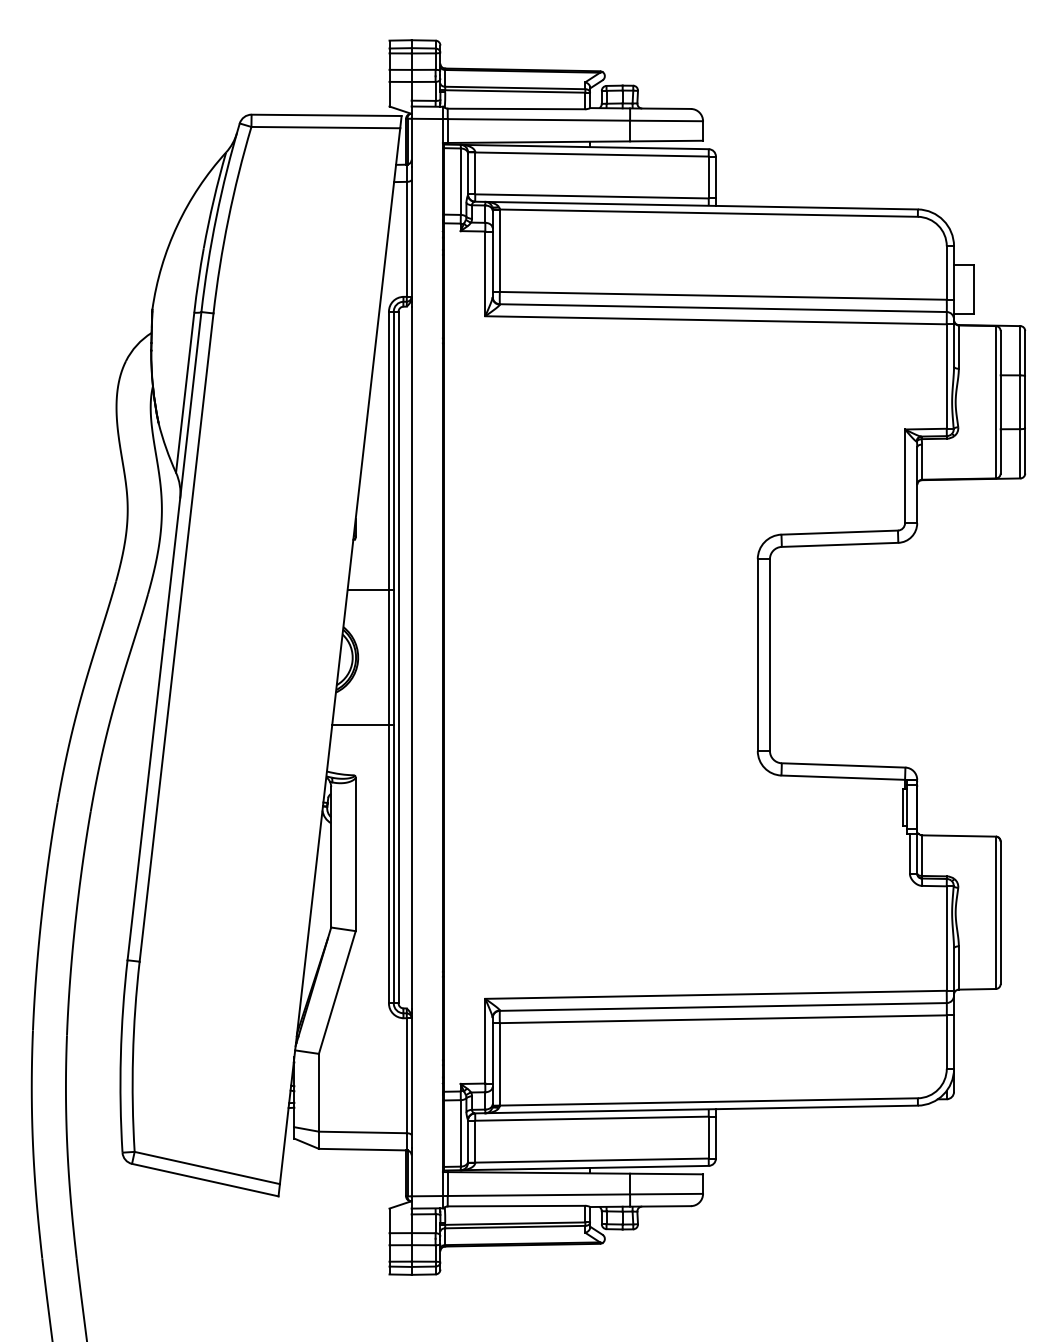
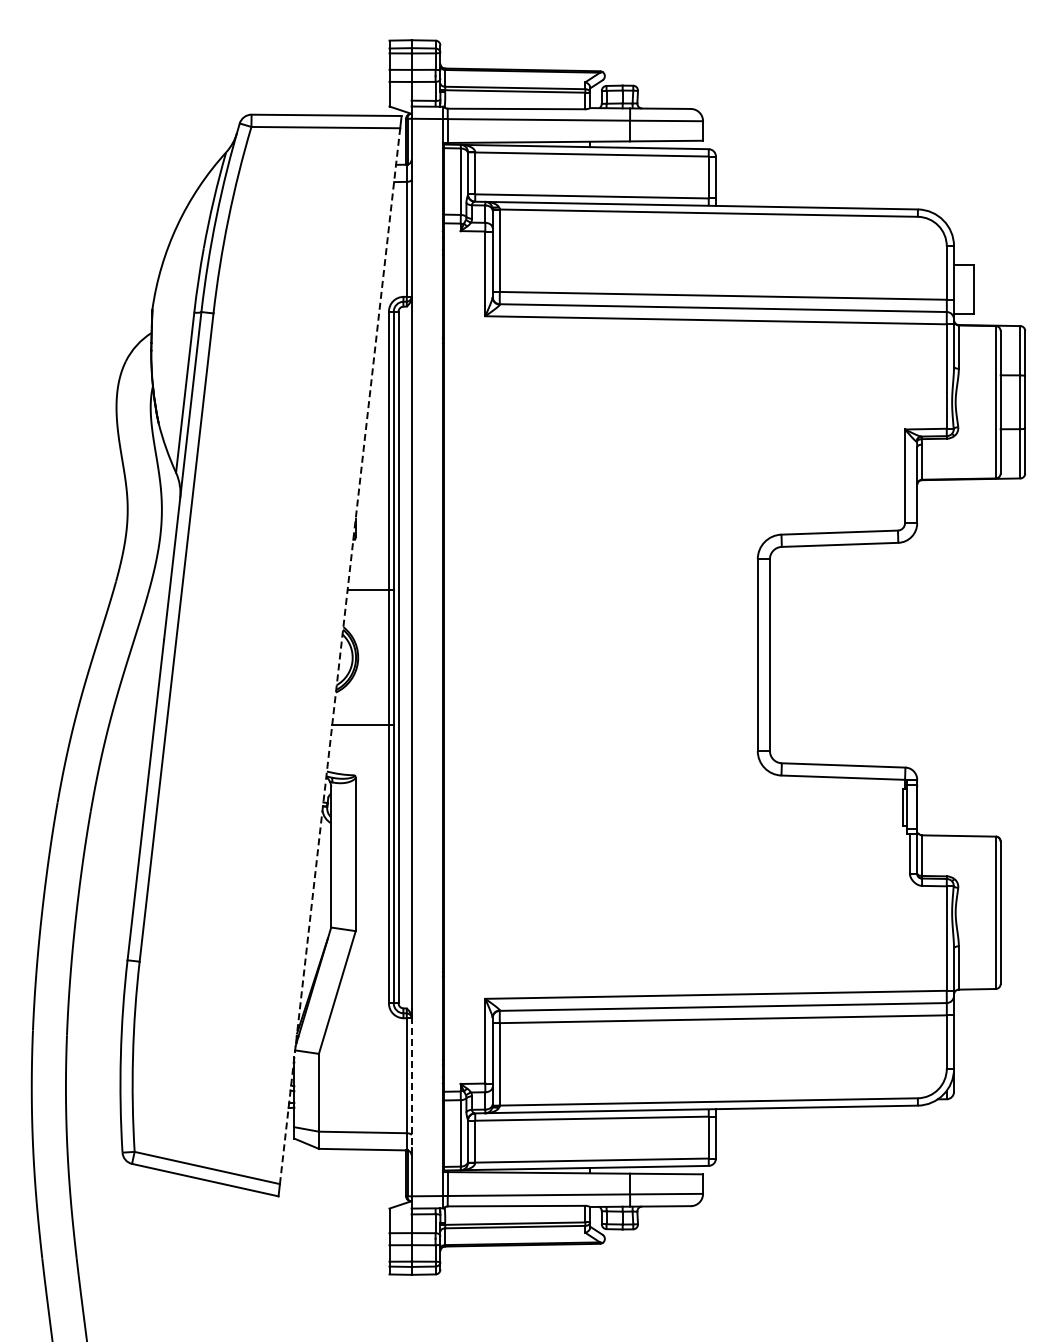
line at (340, 655): solid -> dashed
line at (411, 1082): solid -> dashed
